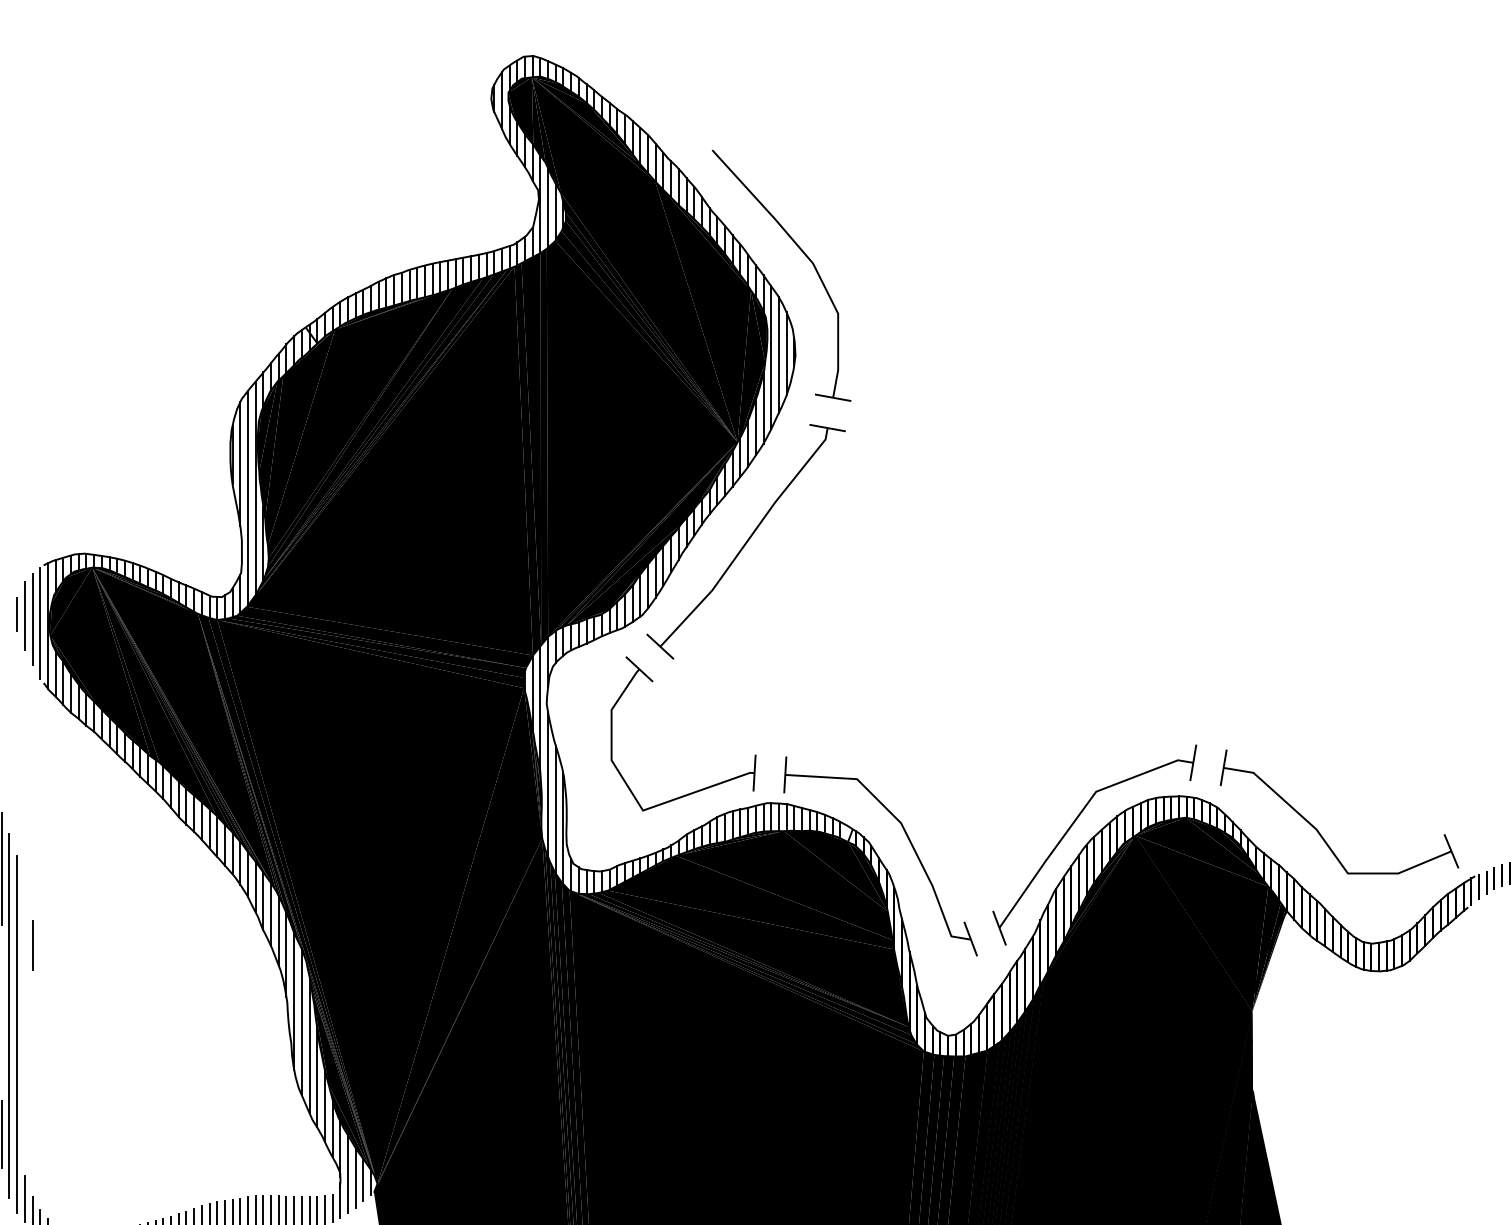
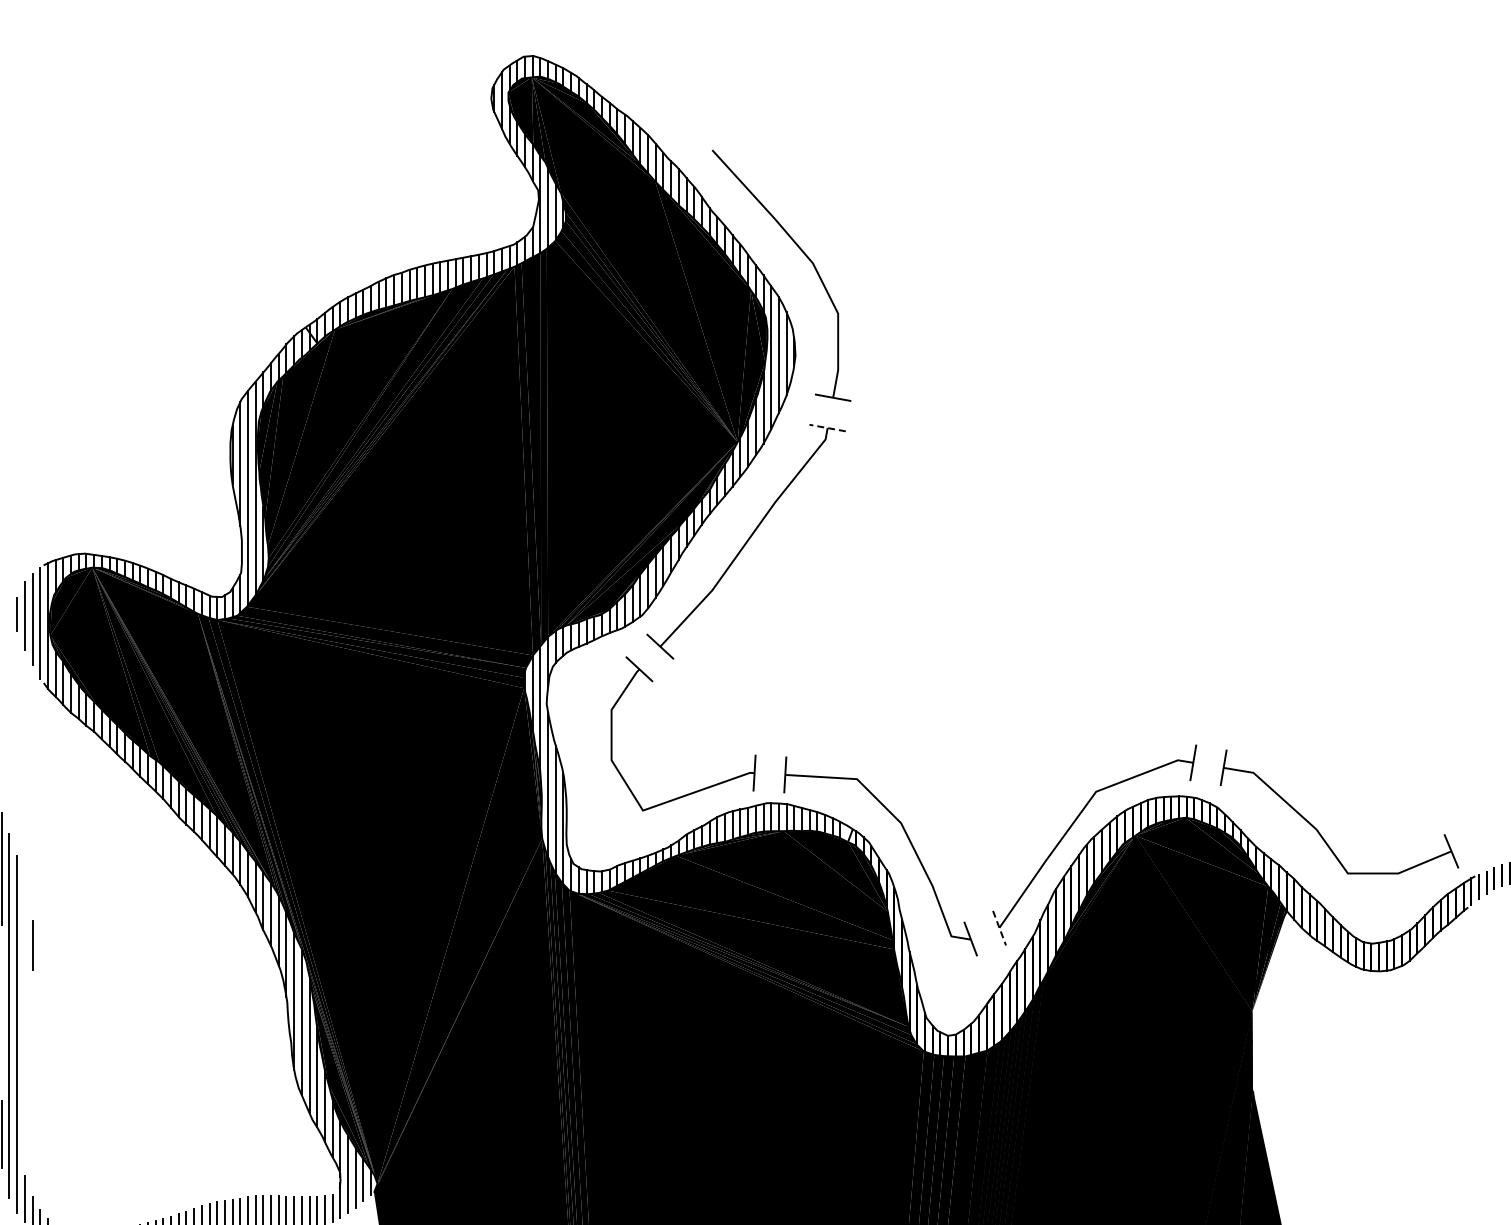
line at (827, 427): solid -> dashed
line at (999, 928): solid -> dashed
